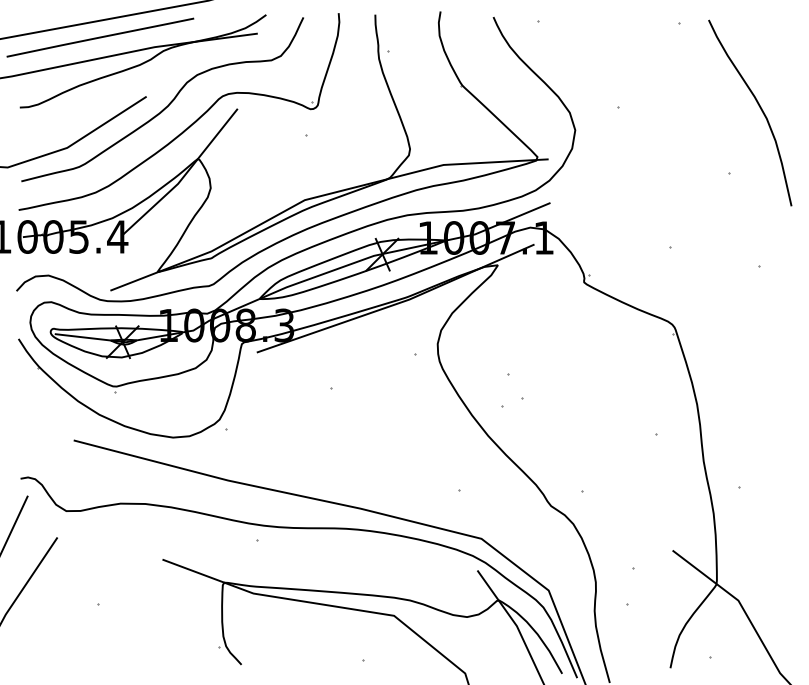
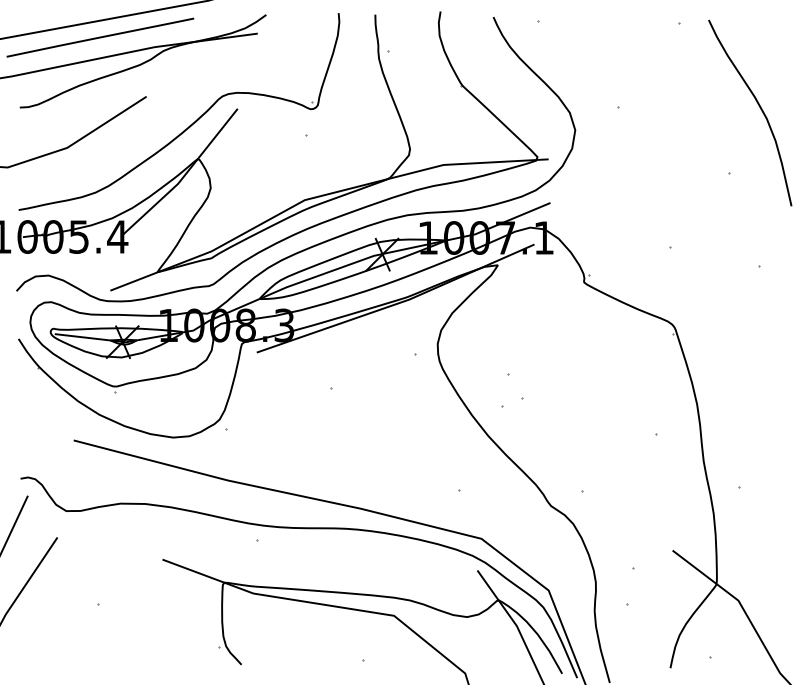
curve at (169, 102): present -> none
